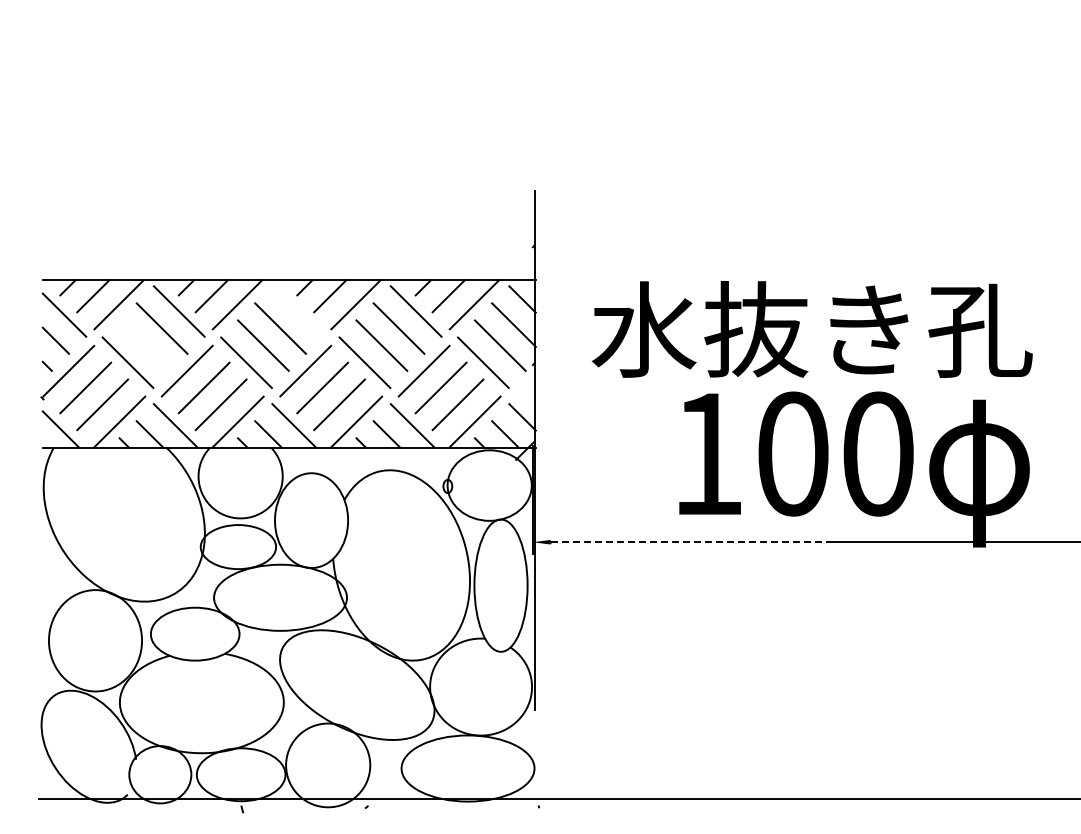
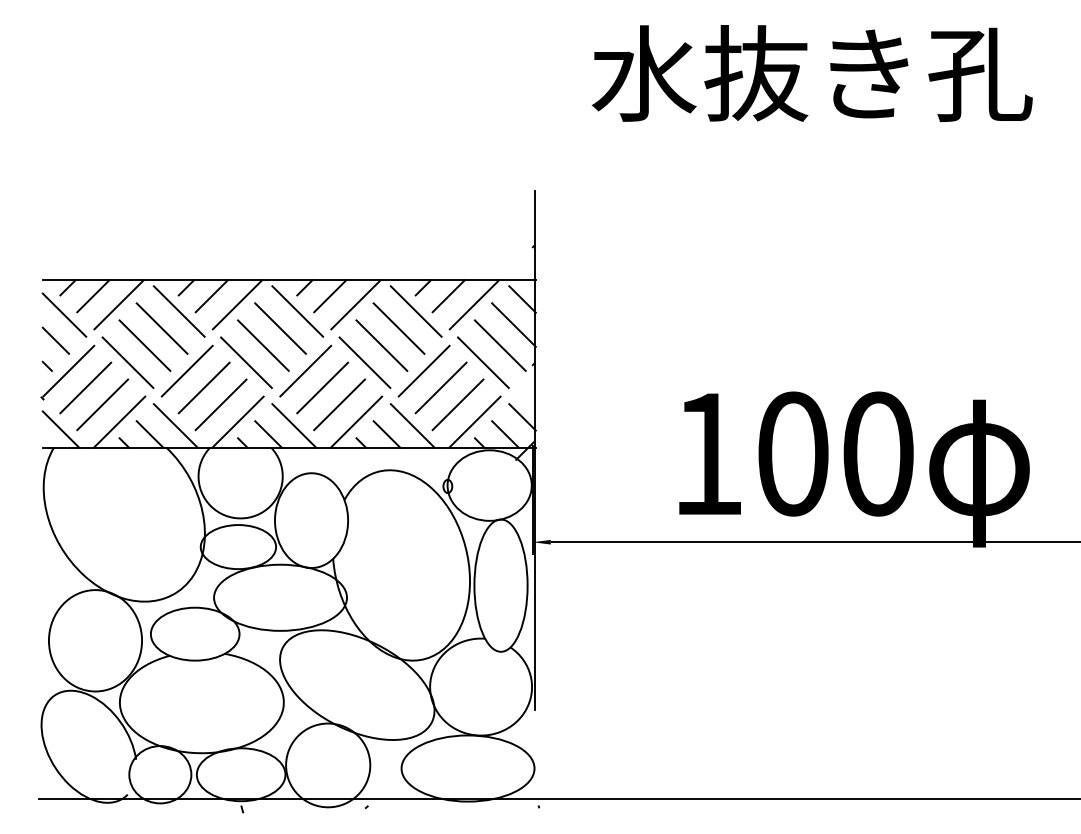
line at (297, 311): none -> present
text at (811, 329) position: (811, 329) -> (811, 73)
line at (144, 345): none -> present
line at (690, 542): dashed -> solid
